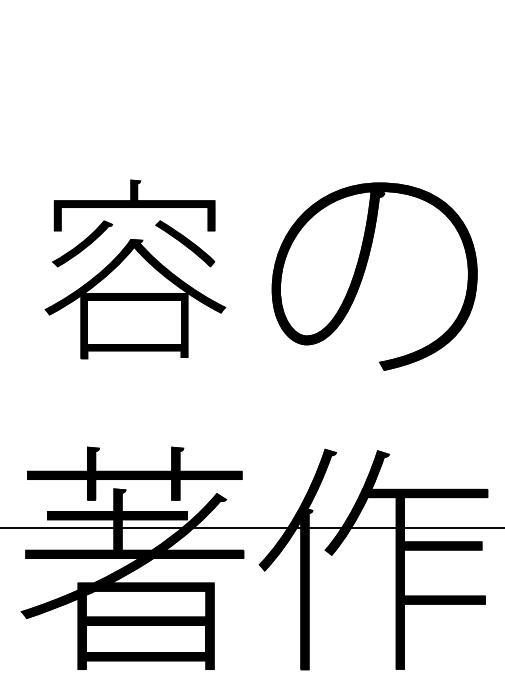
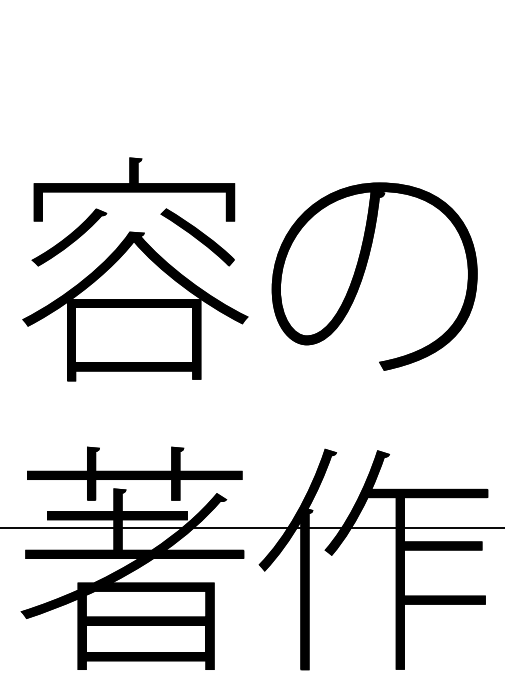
part at (135, 269) size: 183x181 px -> 227x225 px
